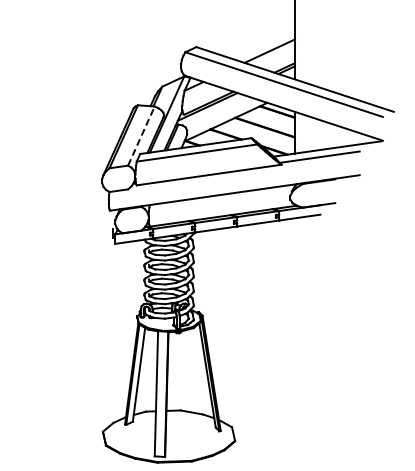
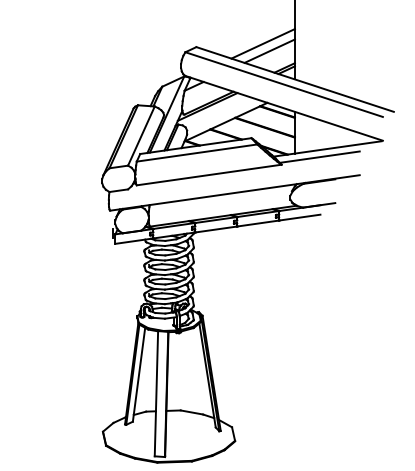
line at (262, 43): none -> present
line at (141, 135): dashed -> solid
